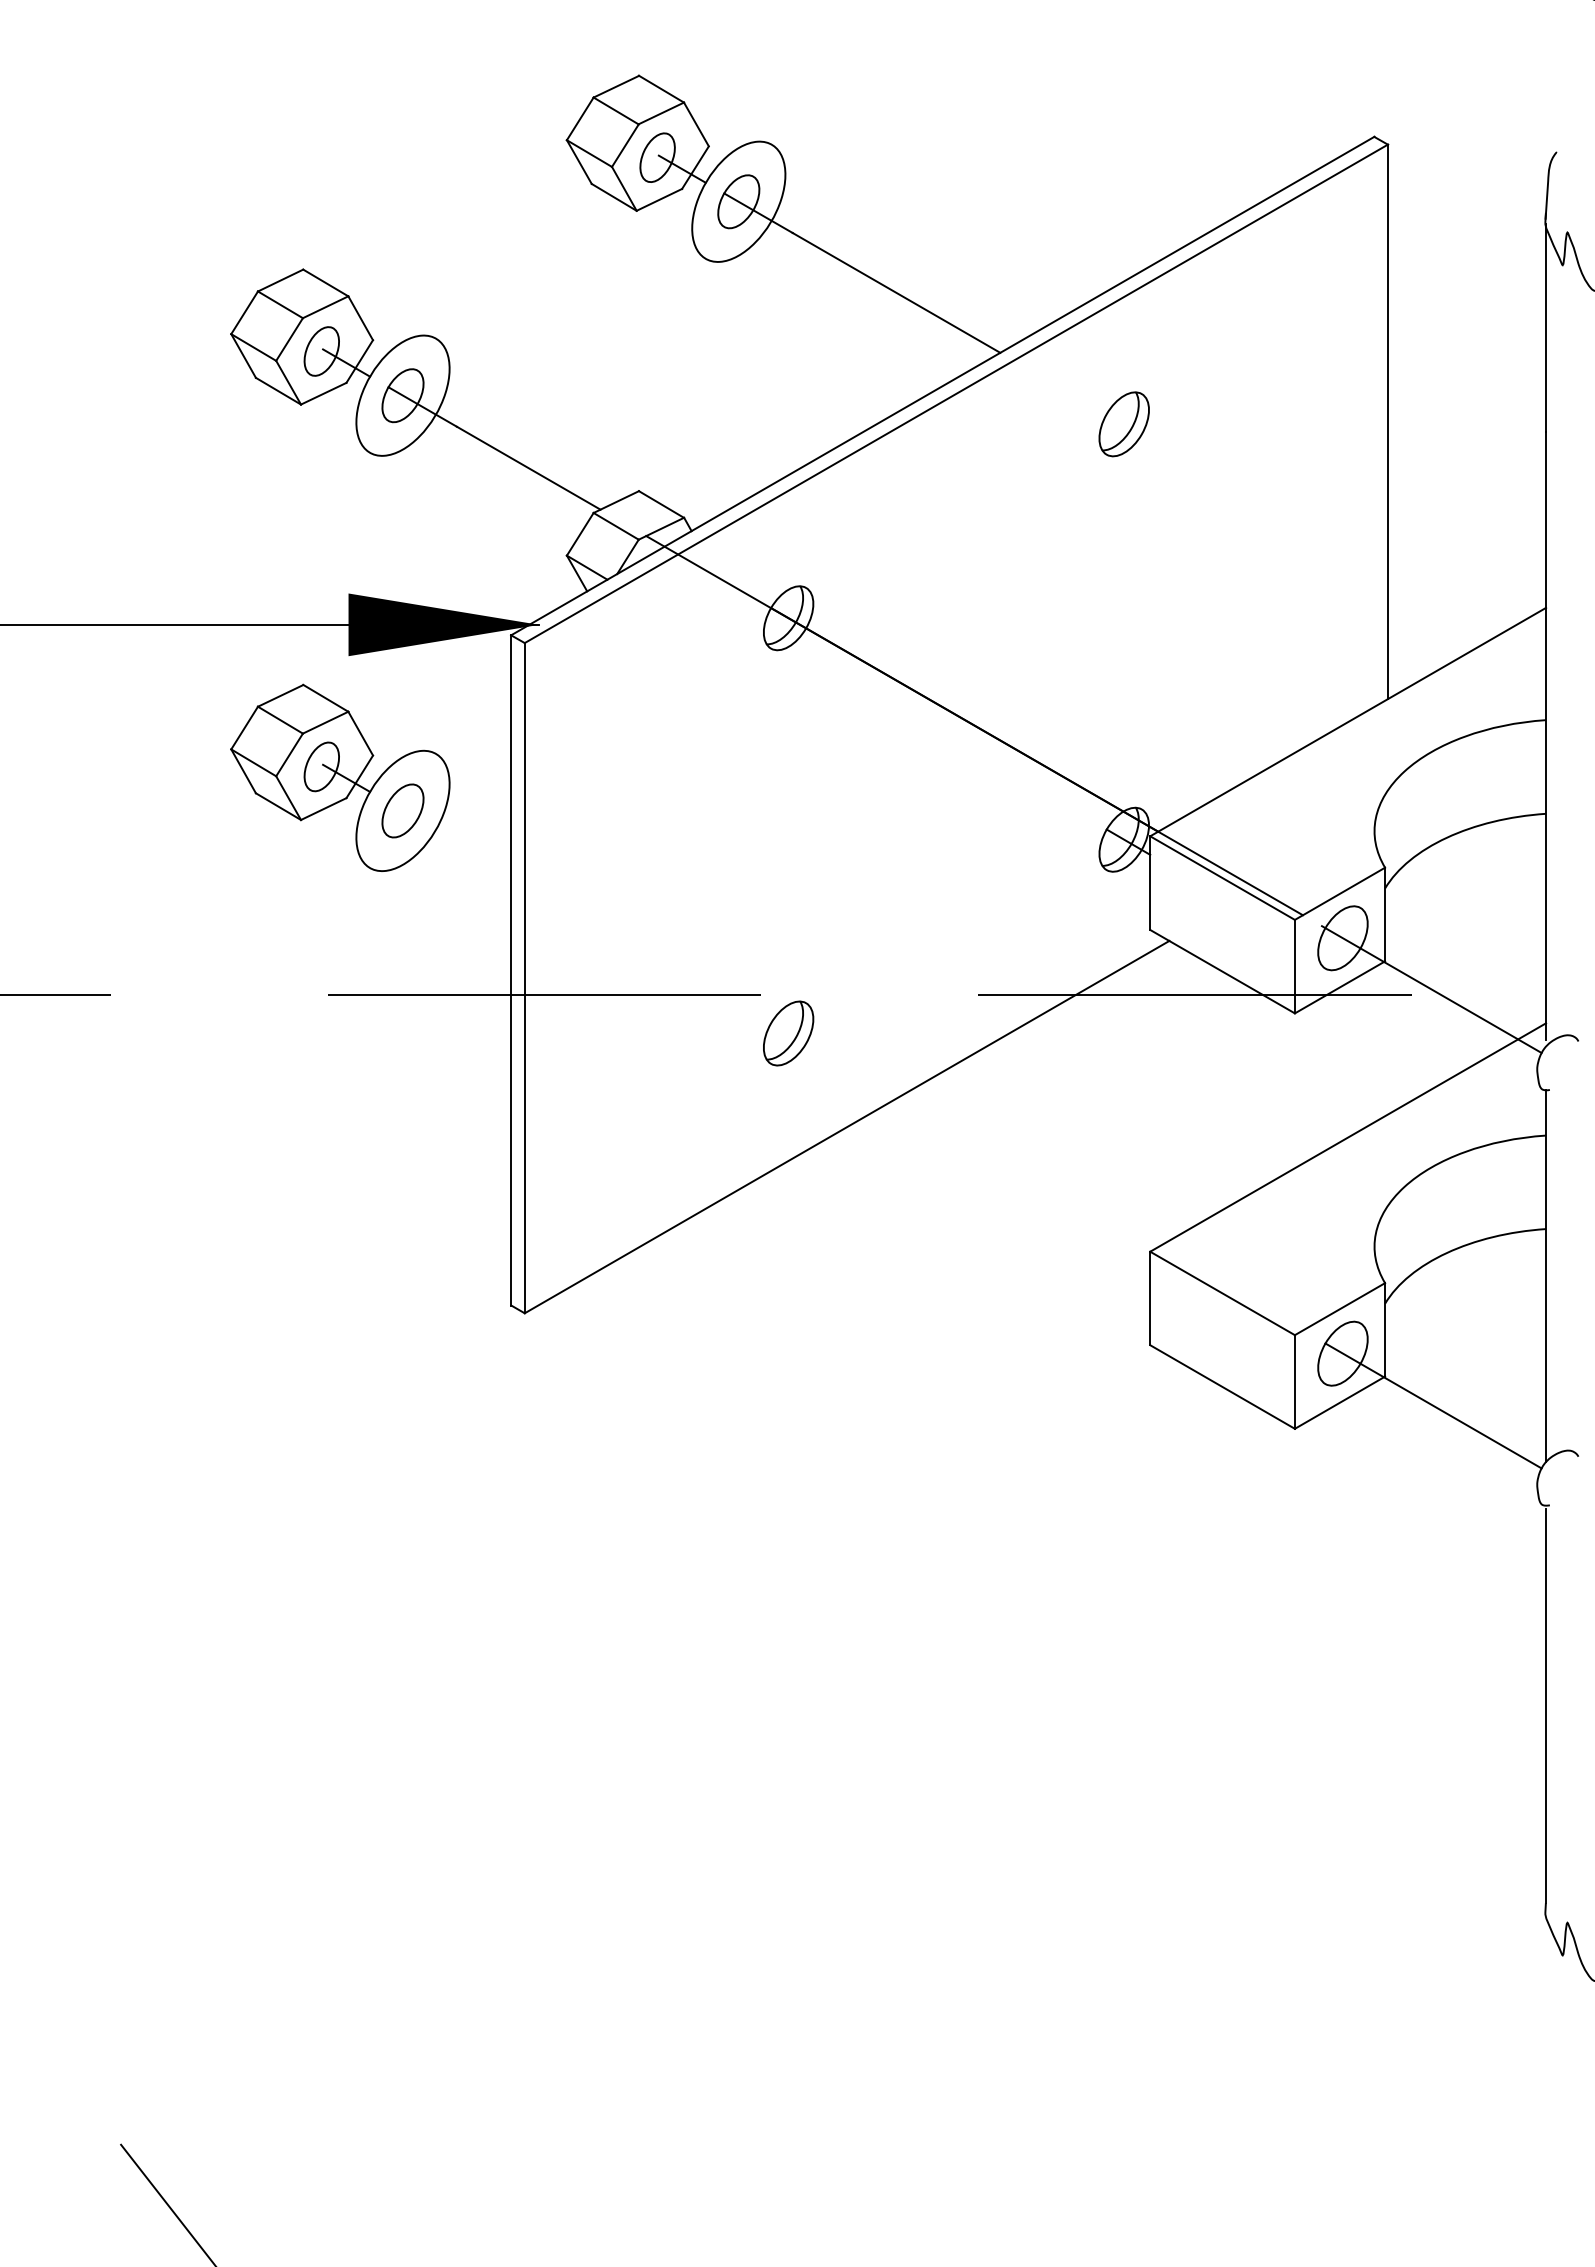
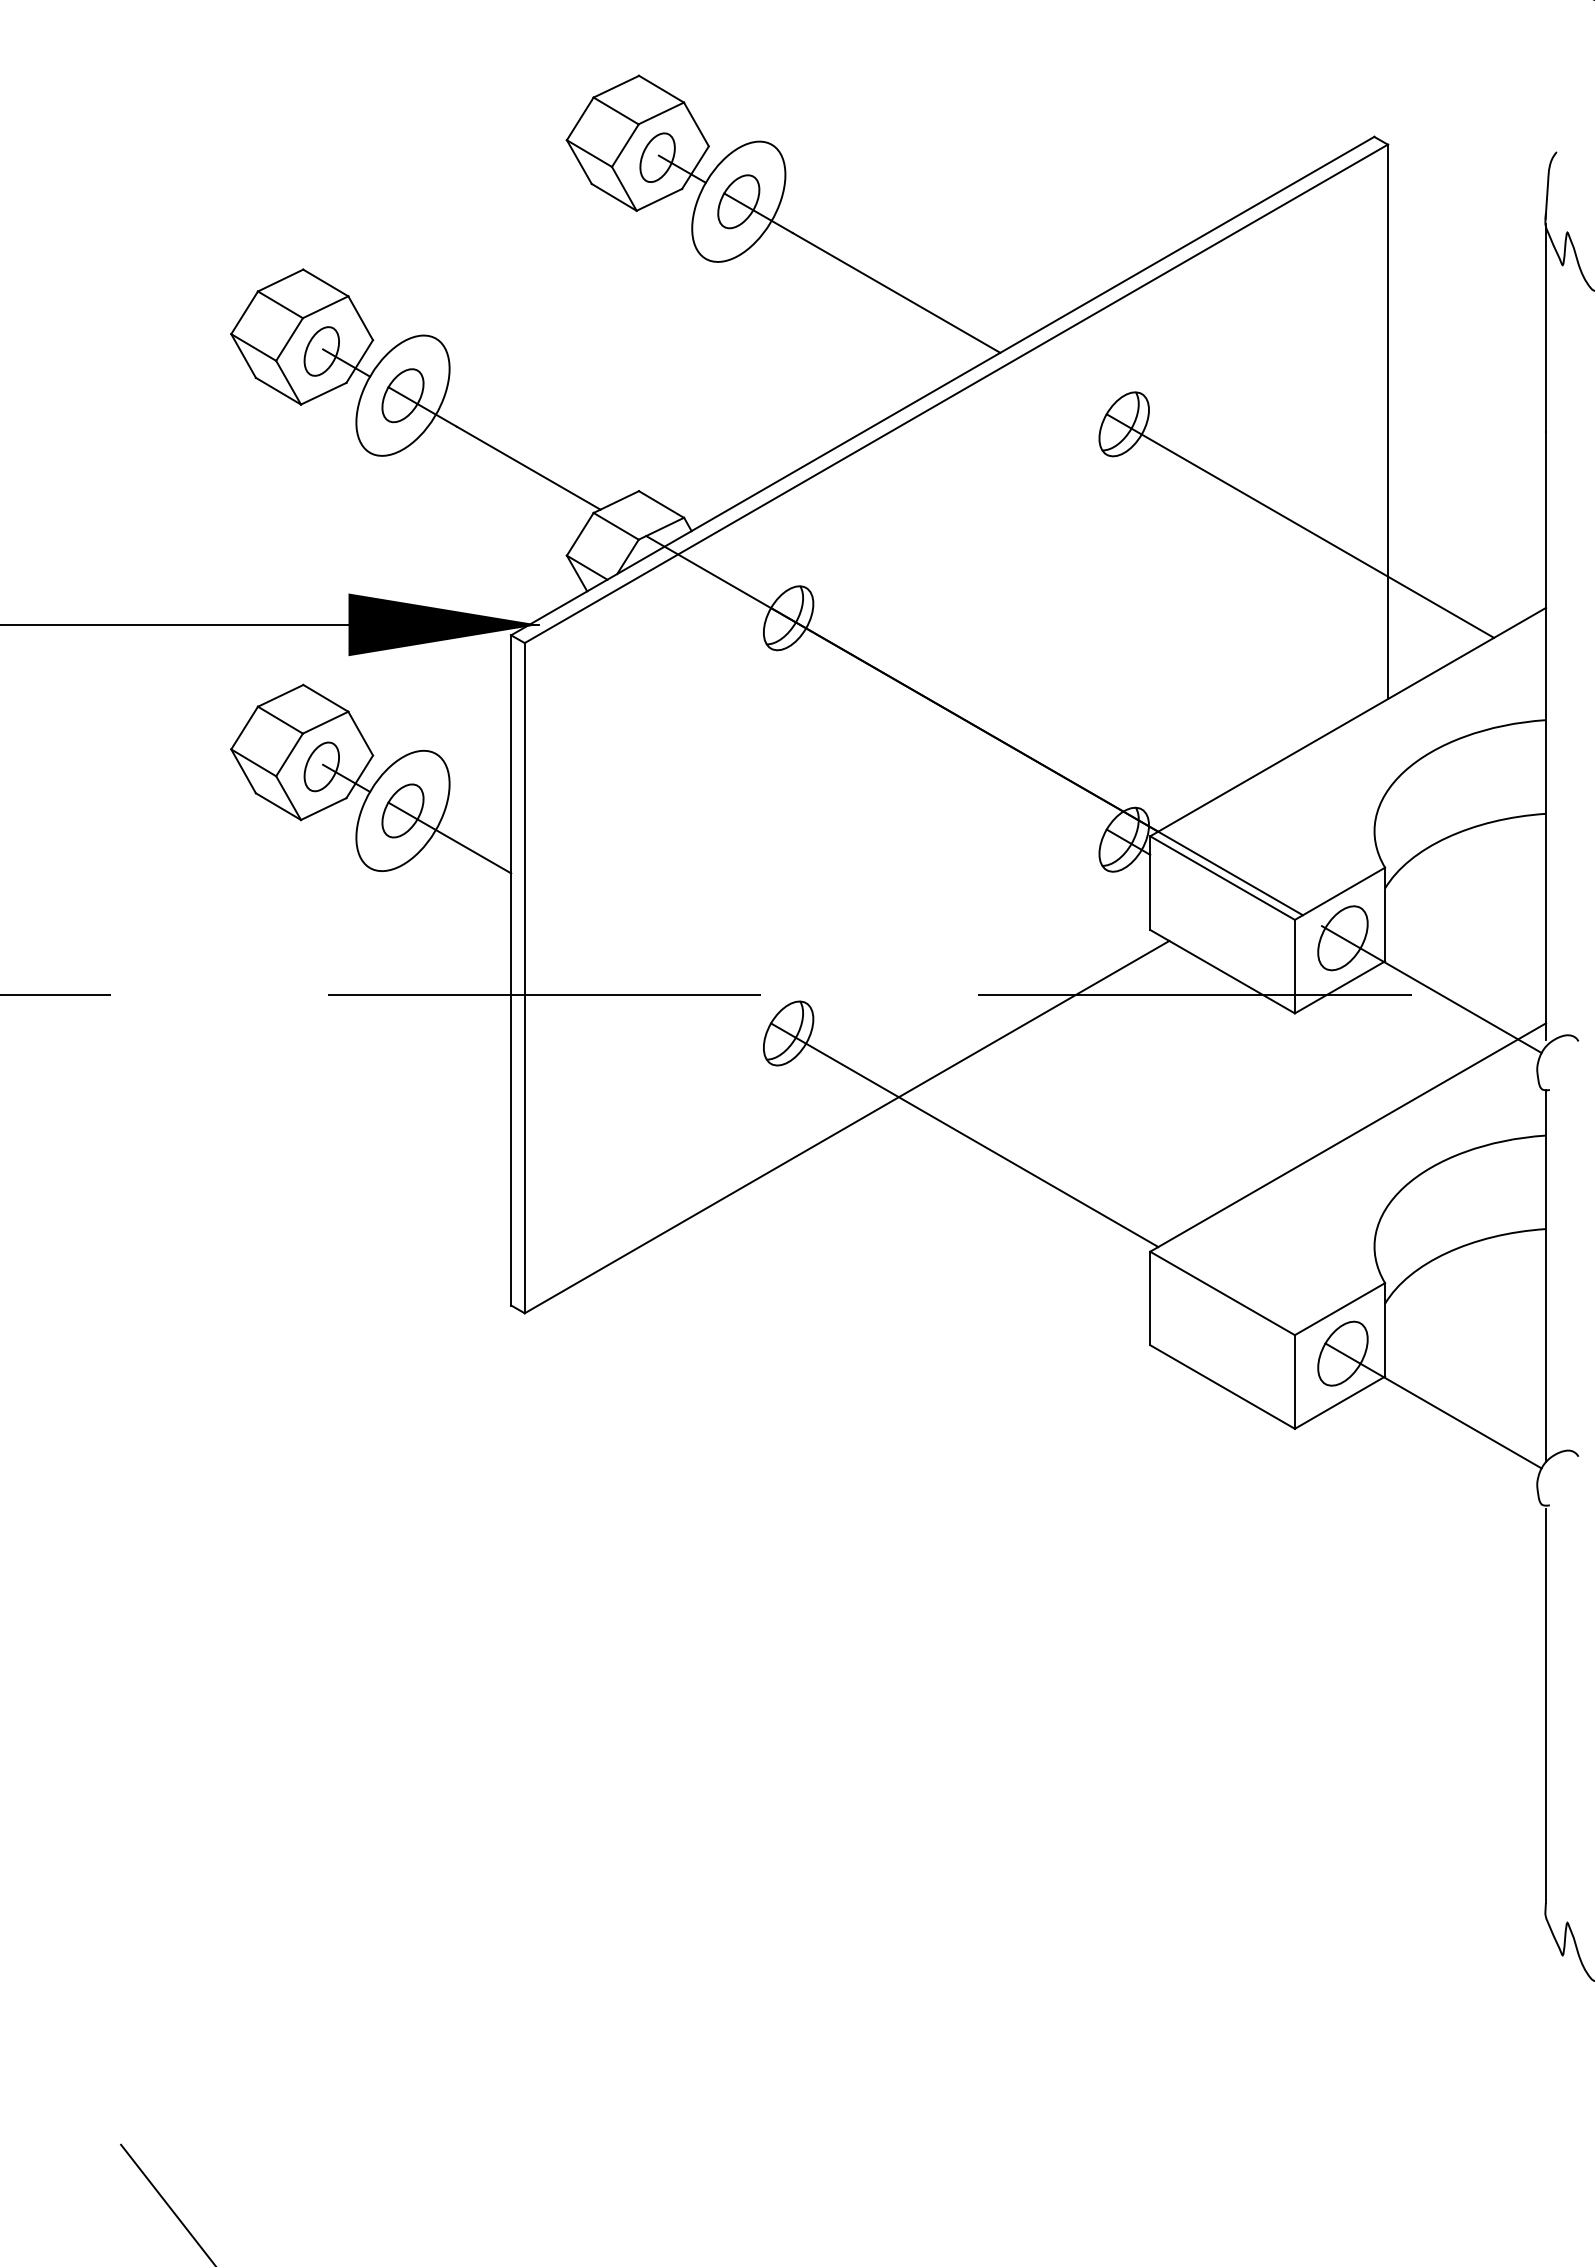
line at (1300, 525): none -> present
line at (449, 837): none -> present
line at (964, 1135): none -> present
